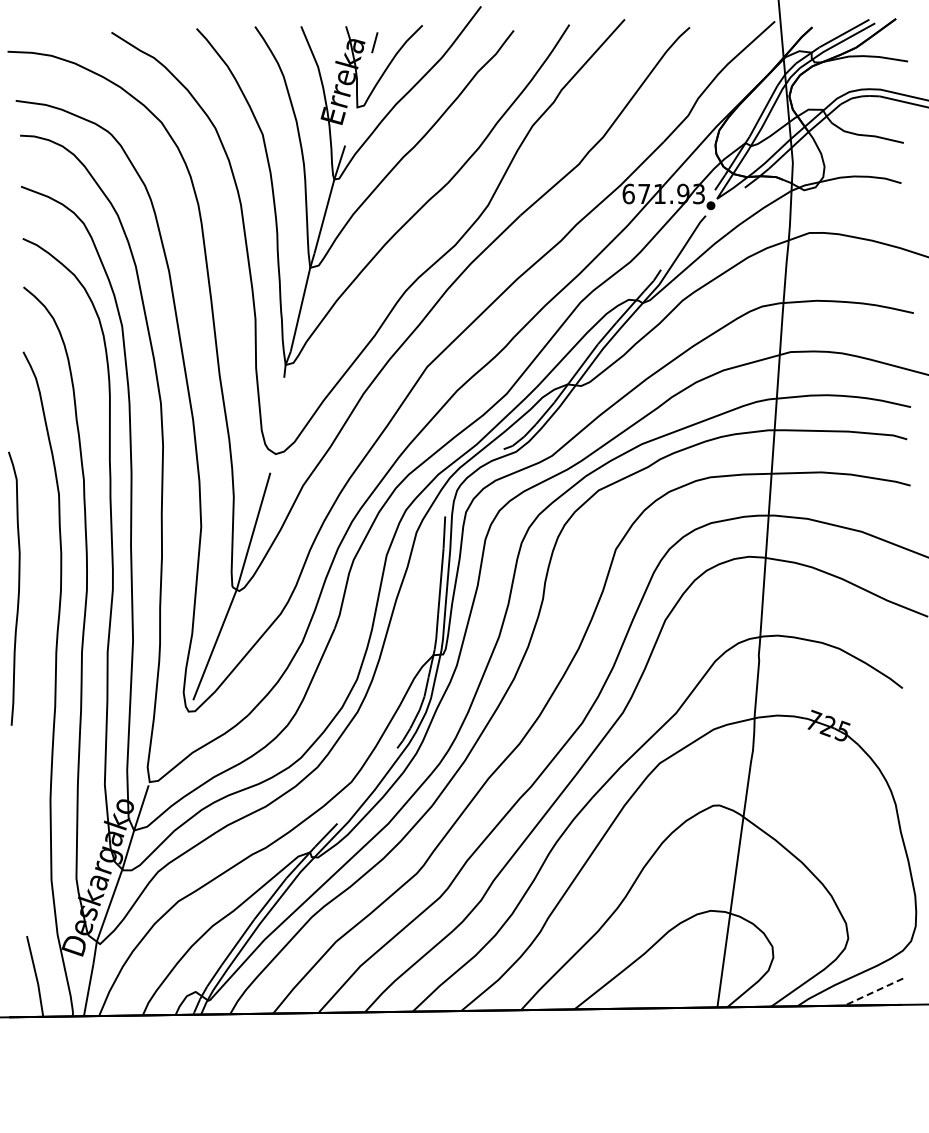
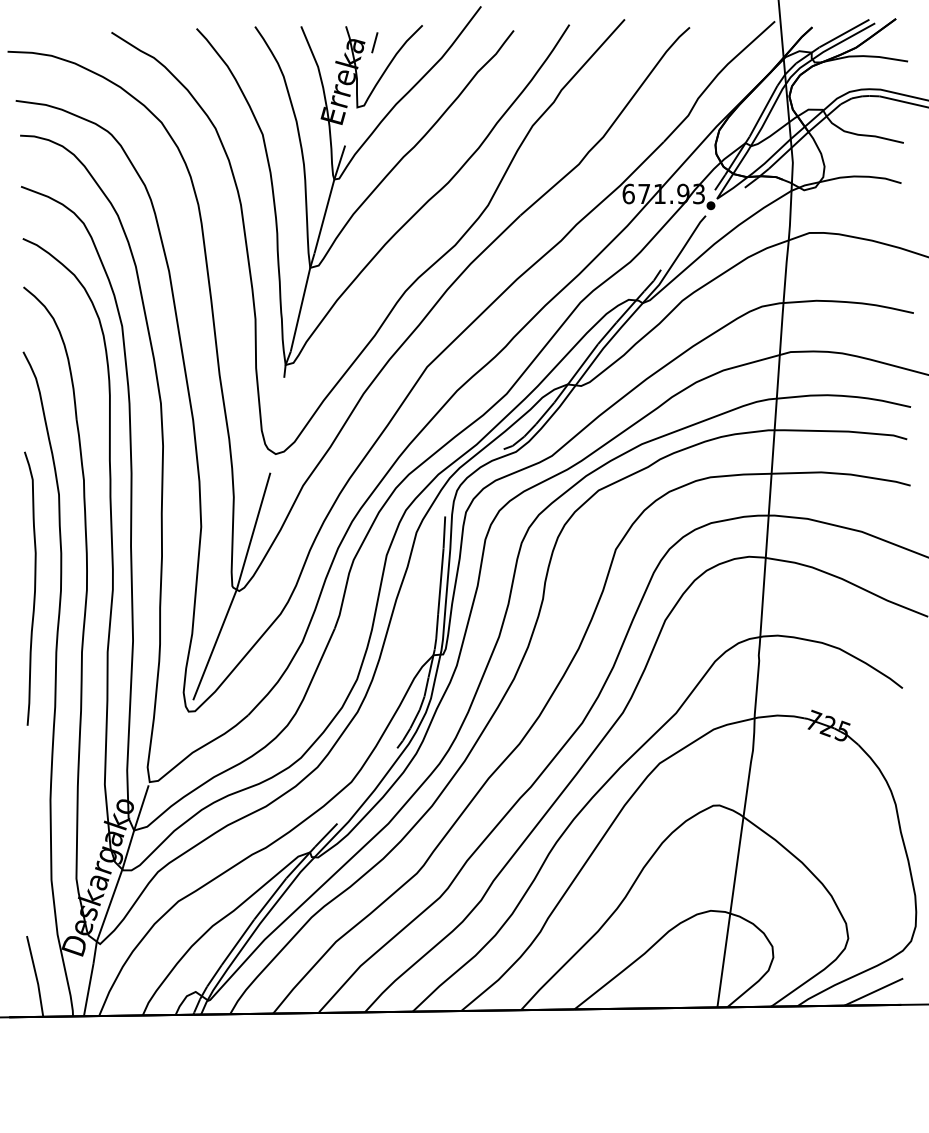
curve at (18, 588) position: (18, 588) -> (34, 588)
line at (873, 992): dashed -> solid
